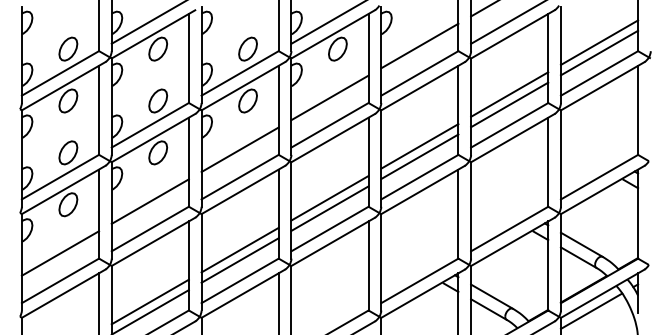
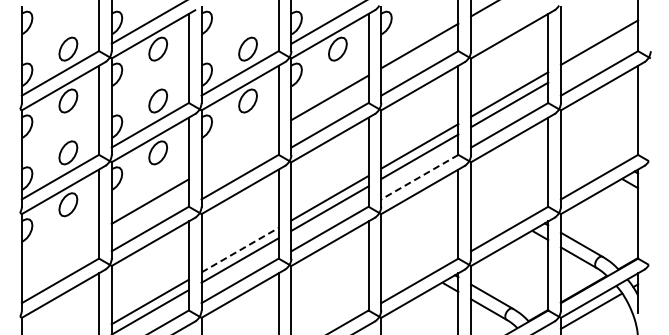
line at (507, 22): present -> none
line at (599, 52): present -> none
line at (239, 149): present -> none
line at (419, 177): solid -> dashed
line at (240, 250): solid -> dashed
line at (60, 253): present -> none
